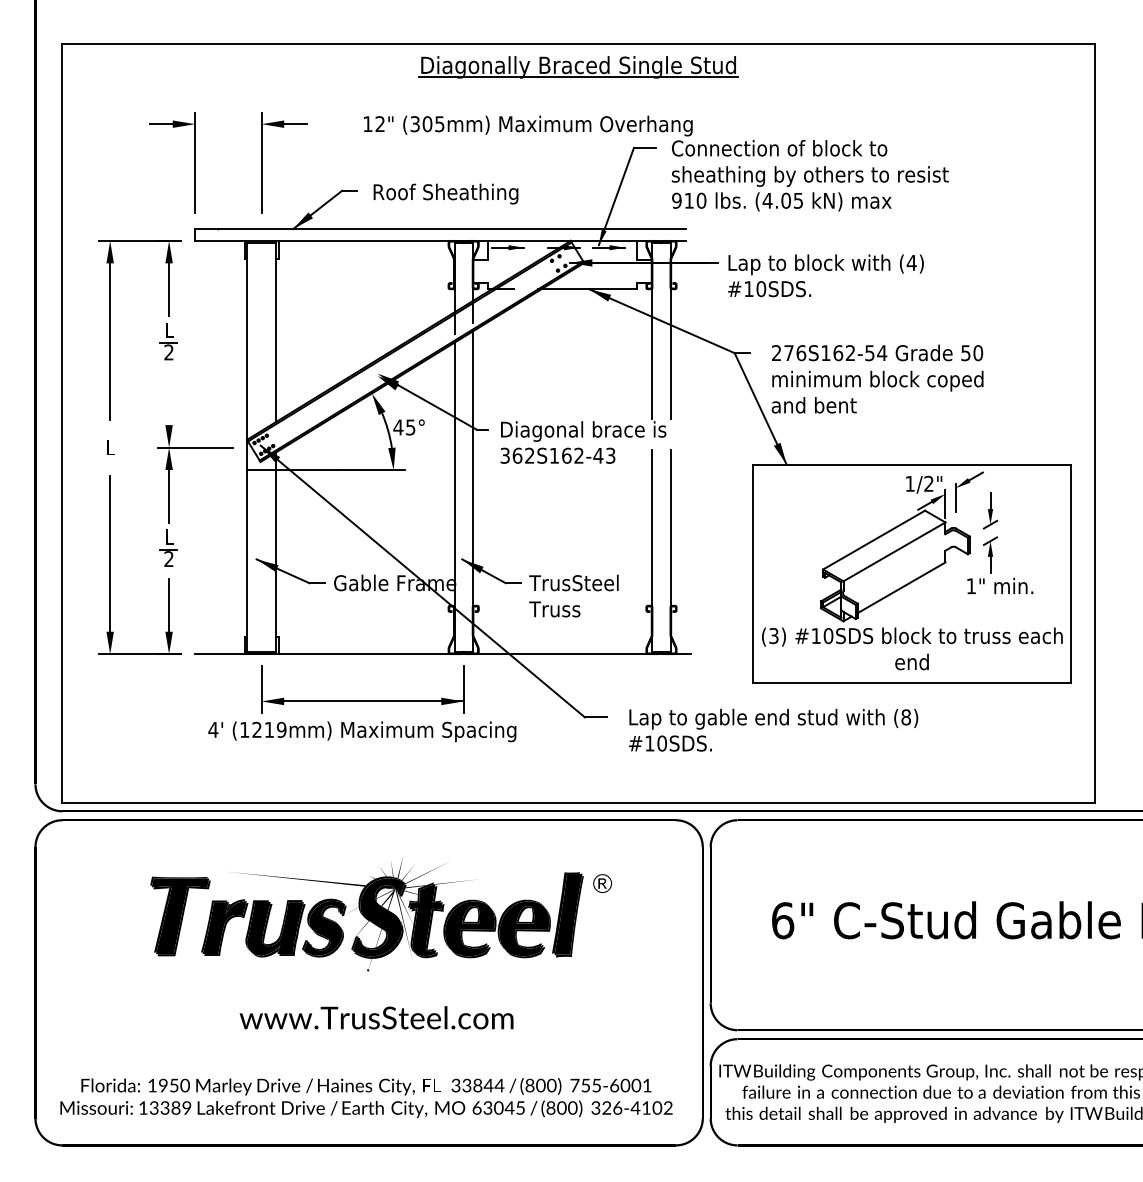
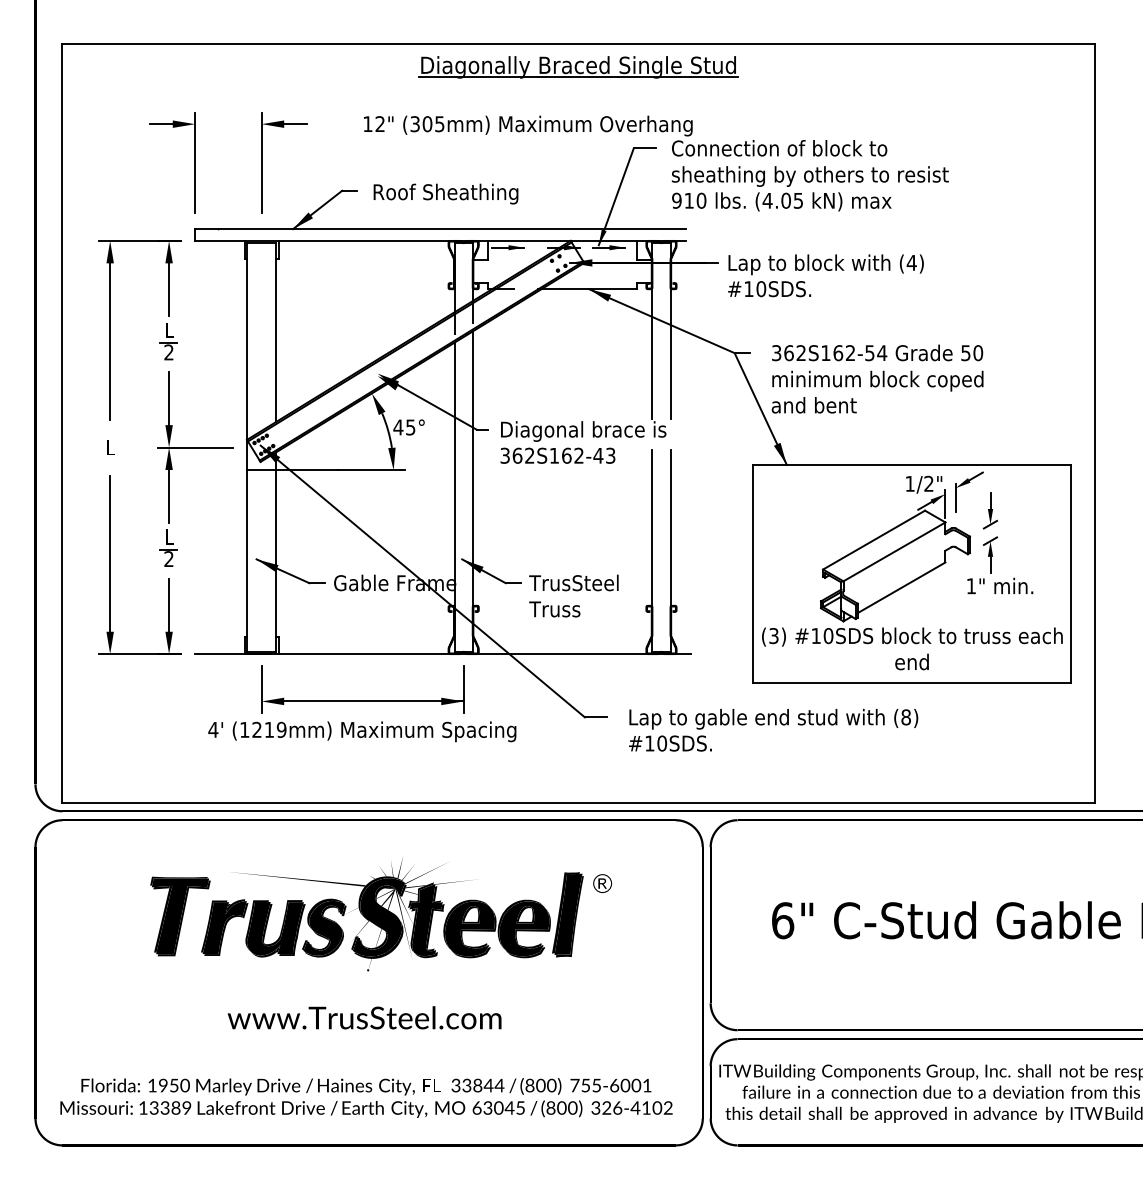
text at (789, 353): 276S162-54 -> 362S162-54
line at (169, 398): none -> present
text at (376, 1017) position: (376, 1017) -> (364, 1017)
